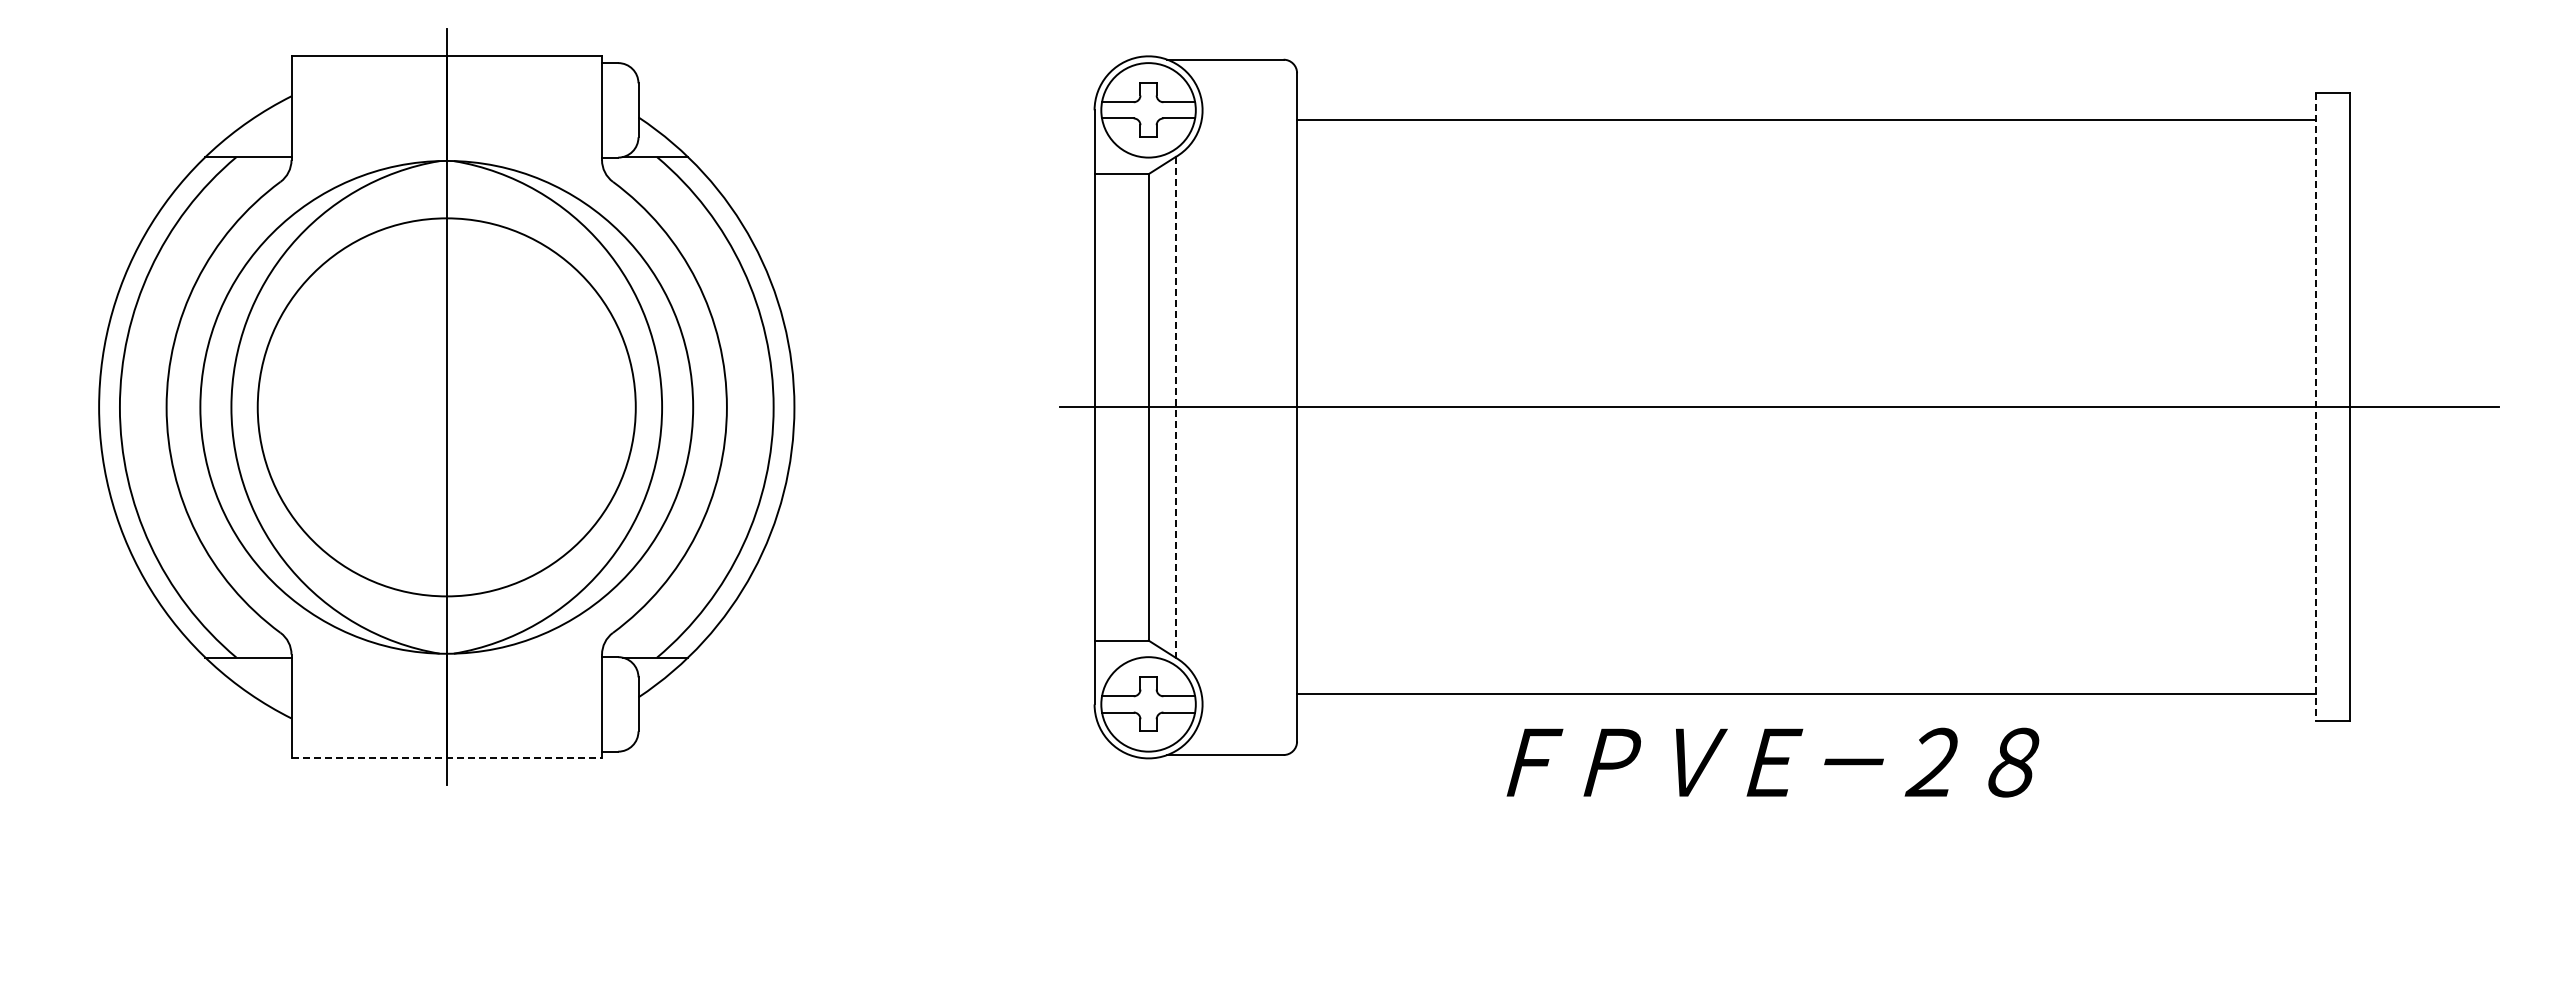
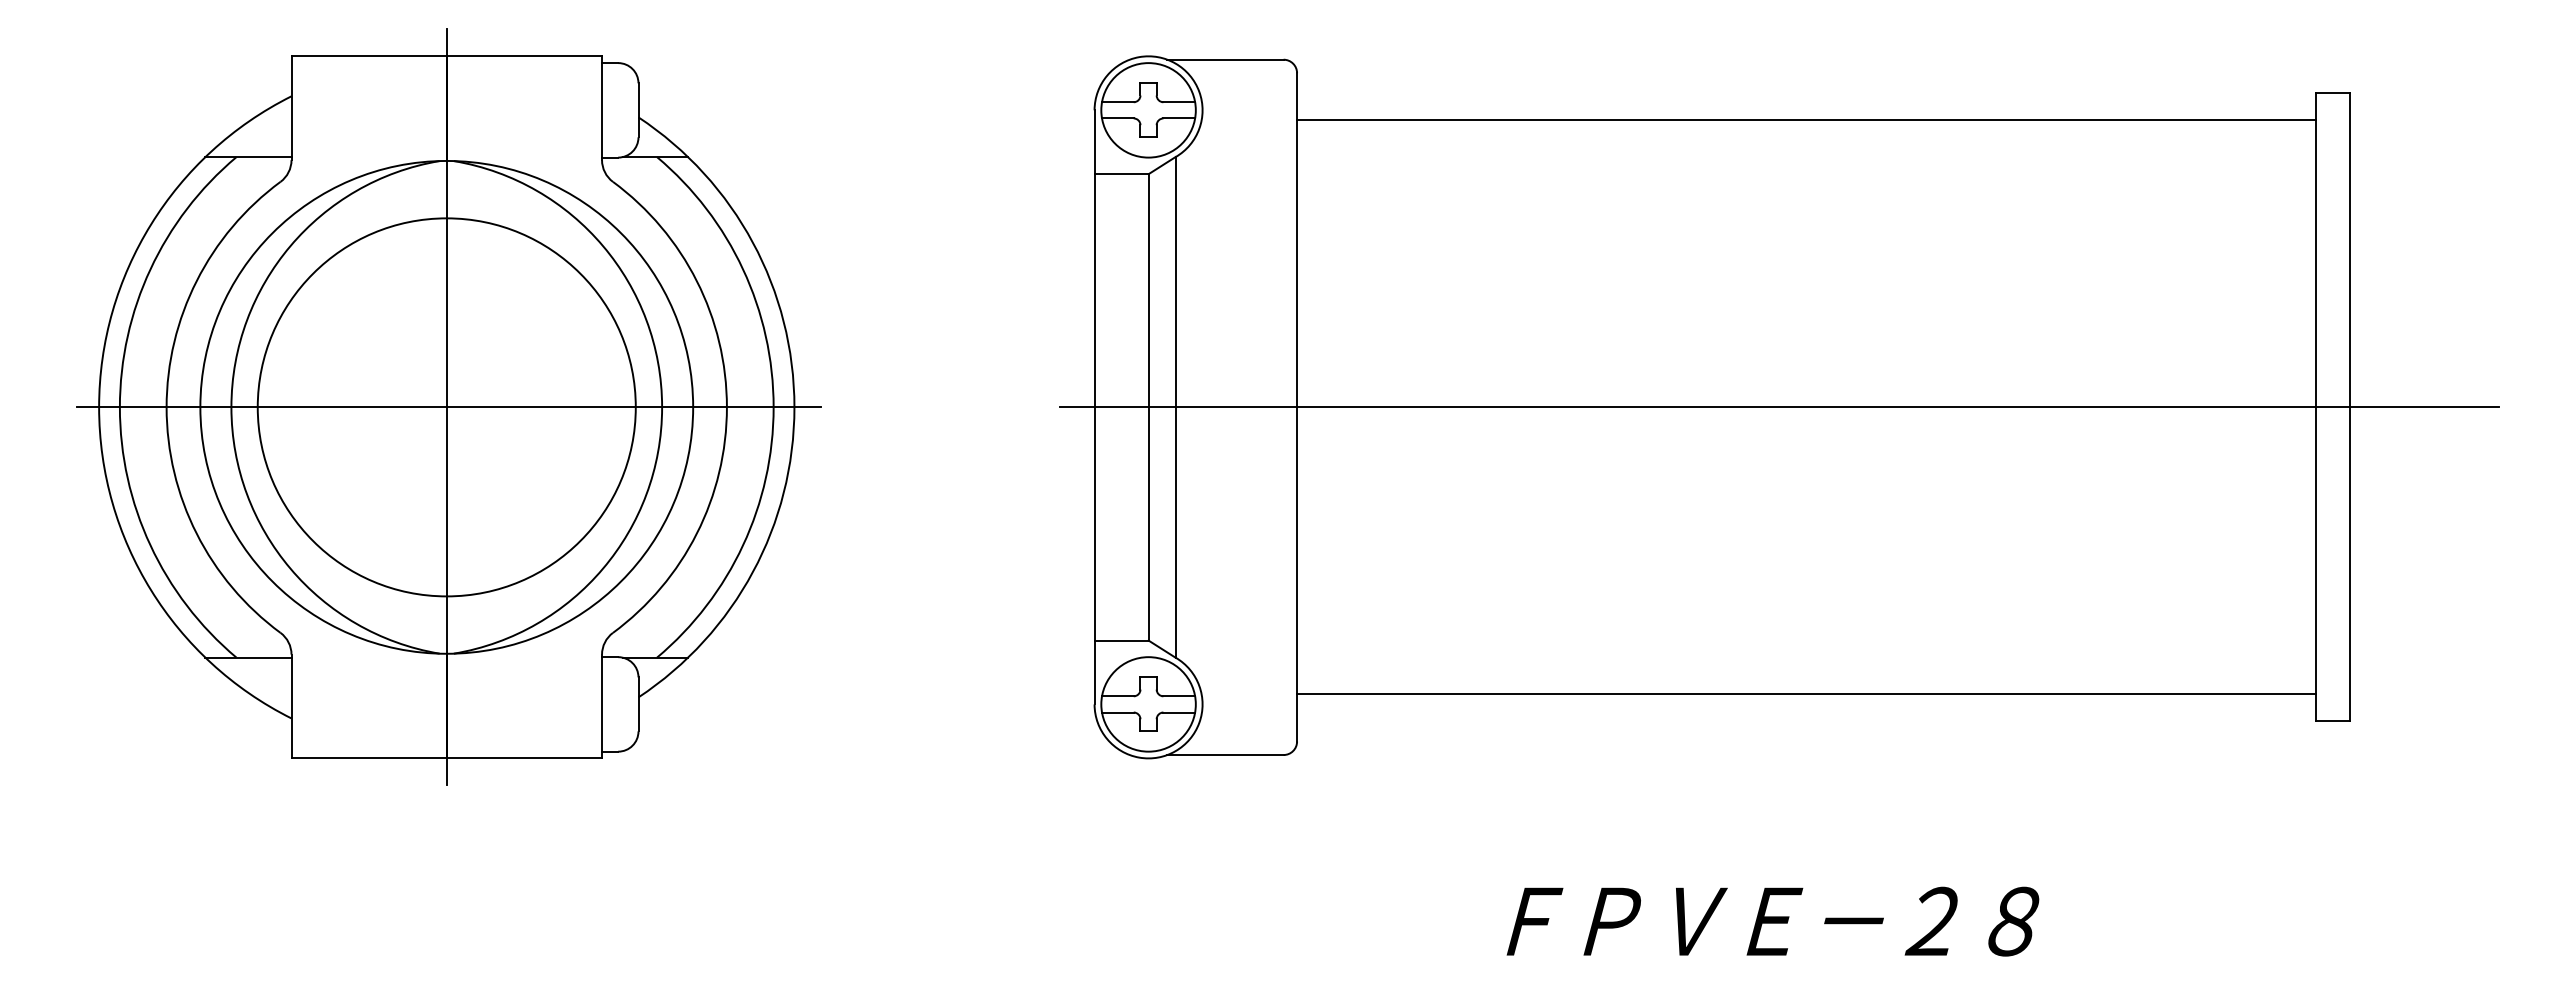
line at (449, 407): none -> present
line at (1175, 407): dashed -> solid
line at (2316, 407): dashed -> solid
line at (447, 758): dashed -> solid
text at (1772, 762) position: (1772, 762) -> (1772, 921)
